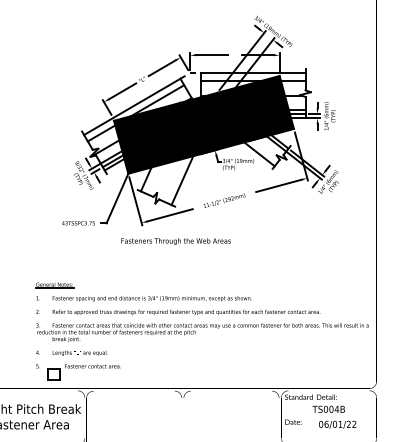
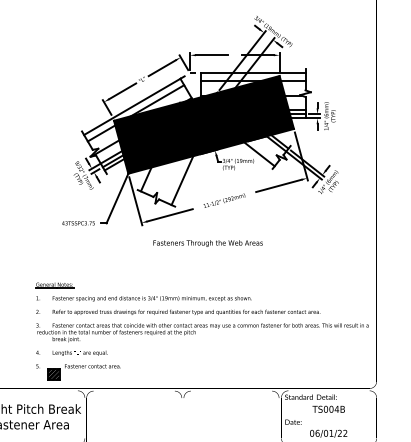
text at (175, 241) position: (175, 241) -> (207, 243)
hatch at (53, 374): none -> present
text at (337, 424) position: (337, 424) -> (328, 433)
